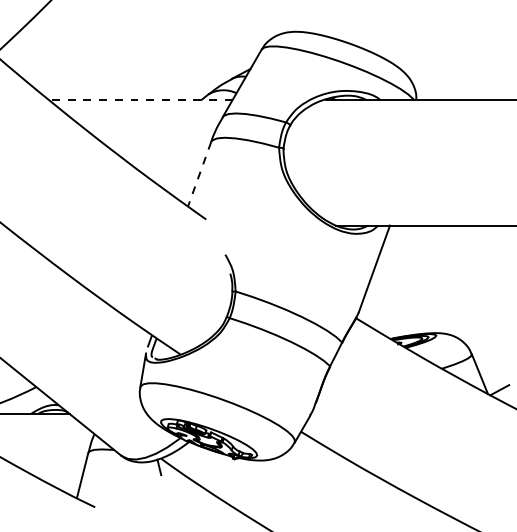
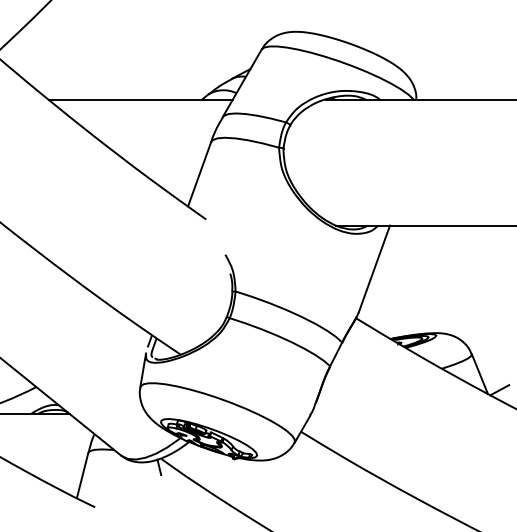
line at (140, 99): dashed -> solid
line at (199, 174): dashed -> solid
